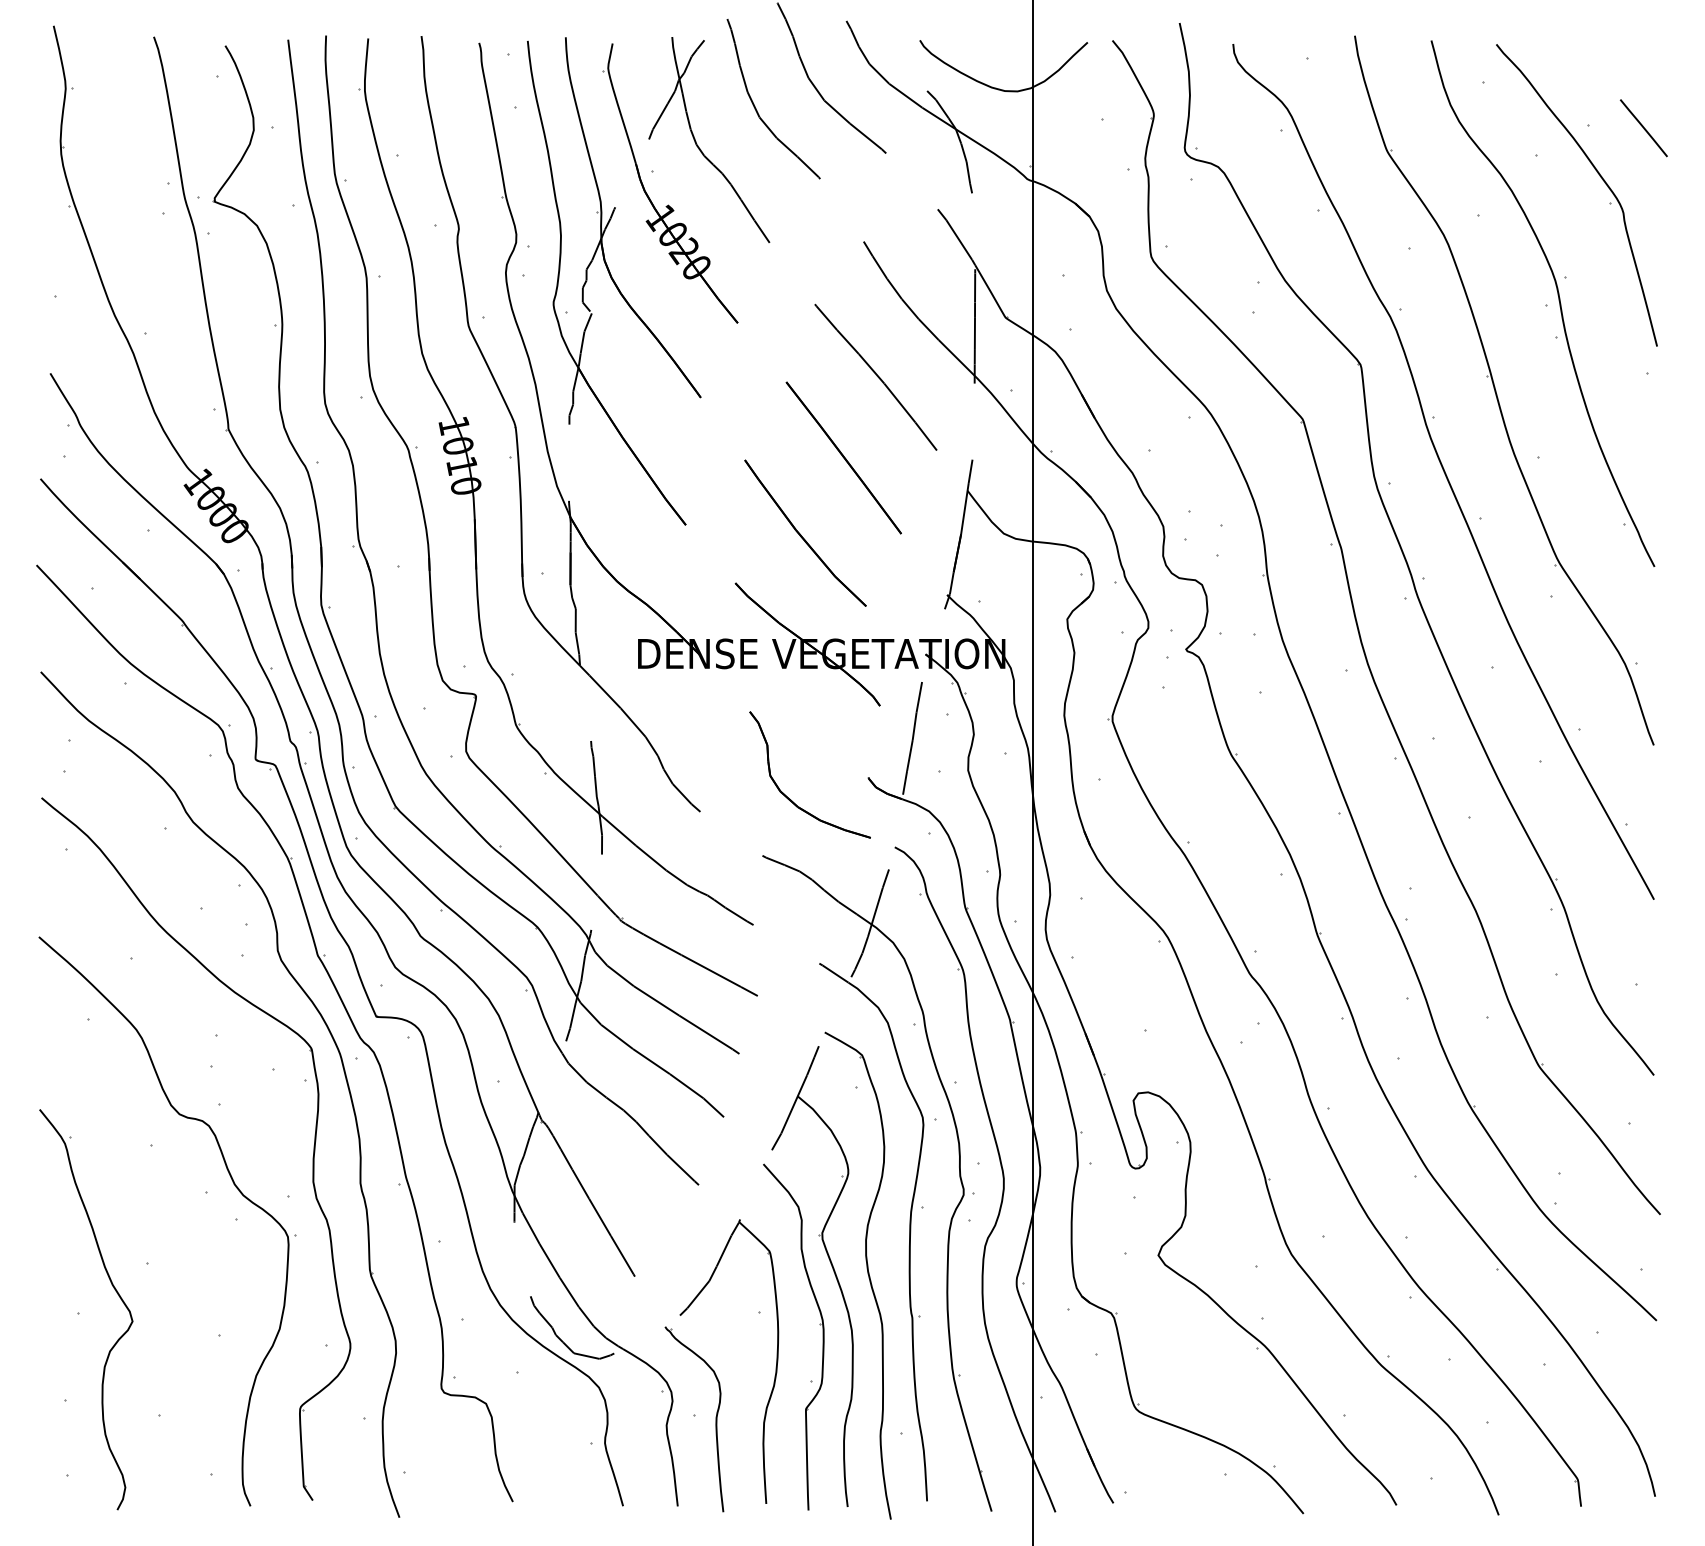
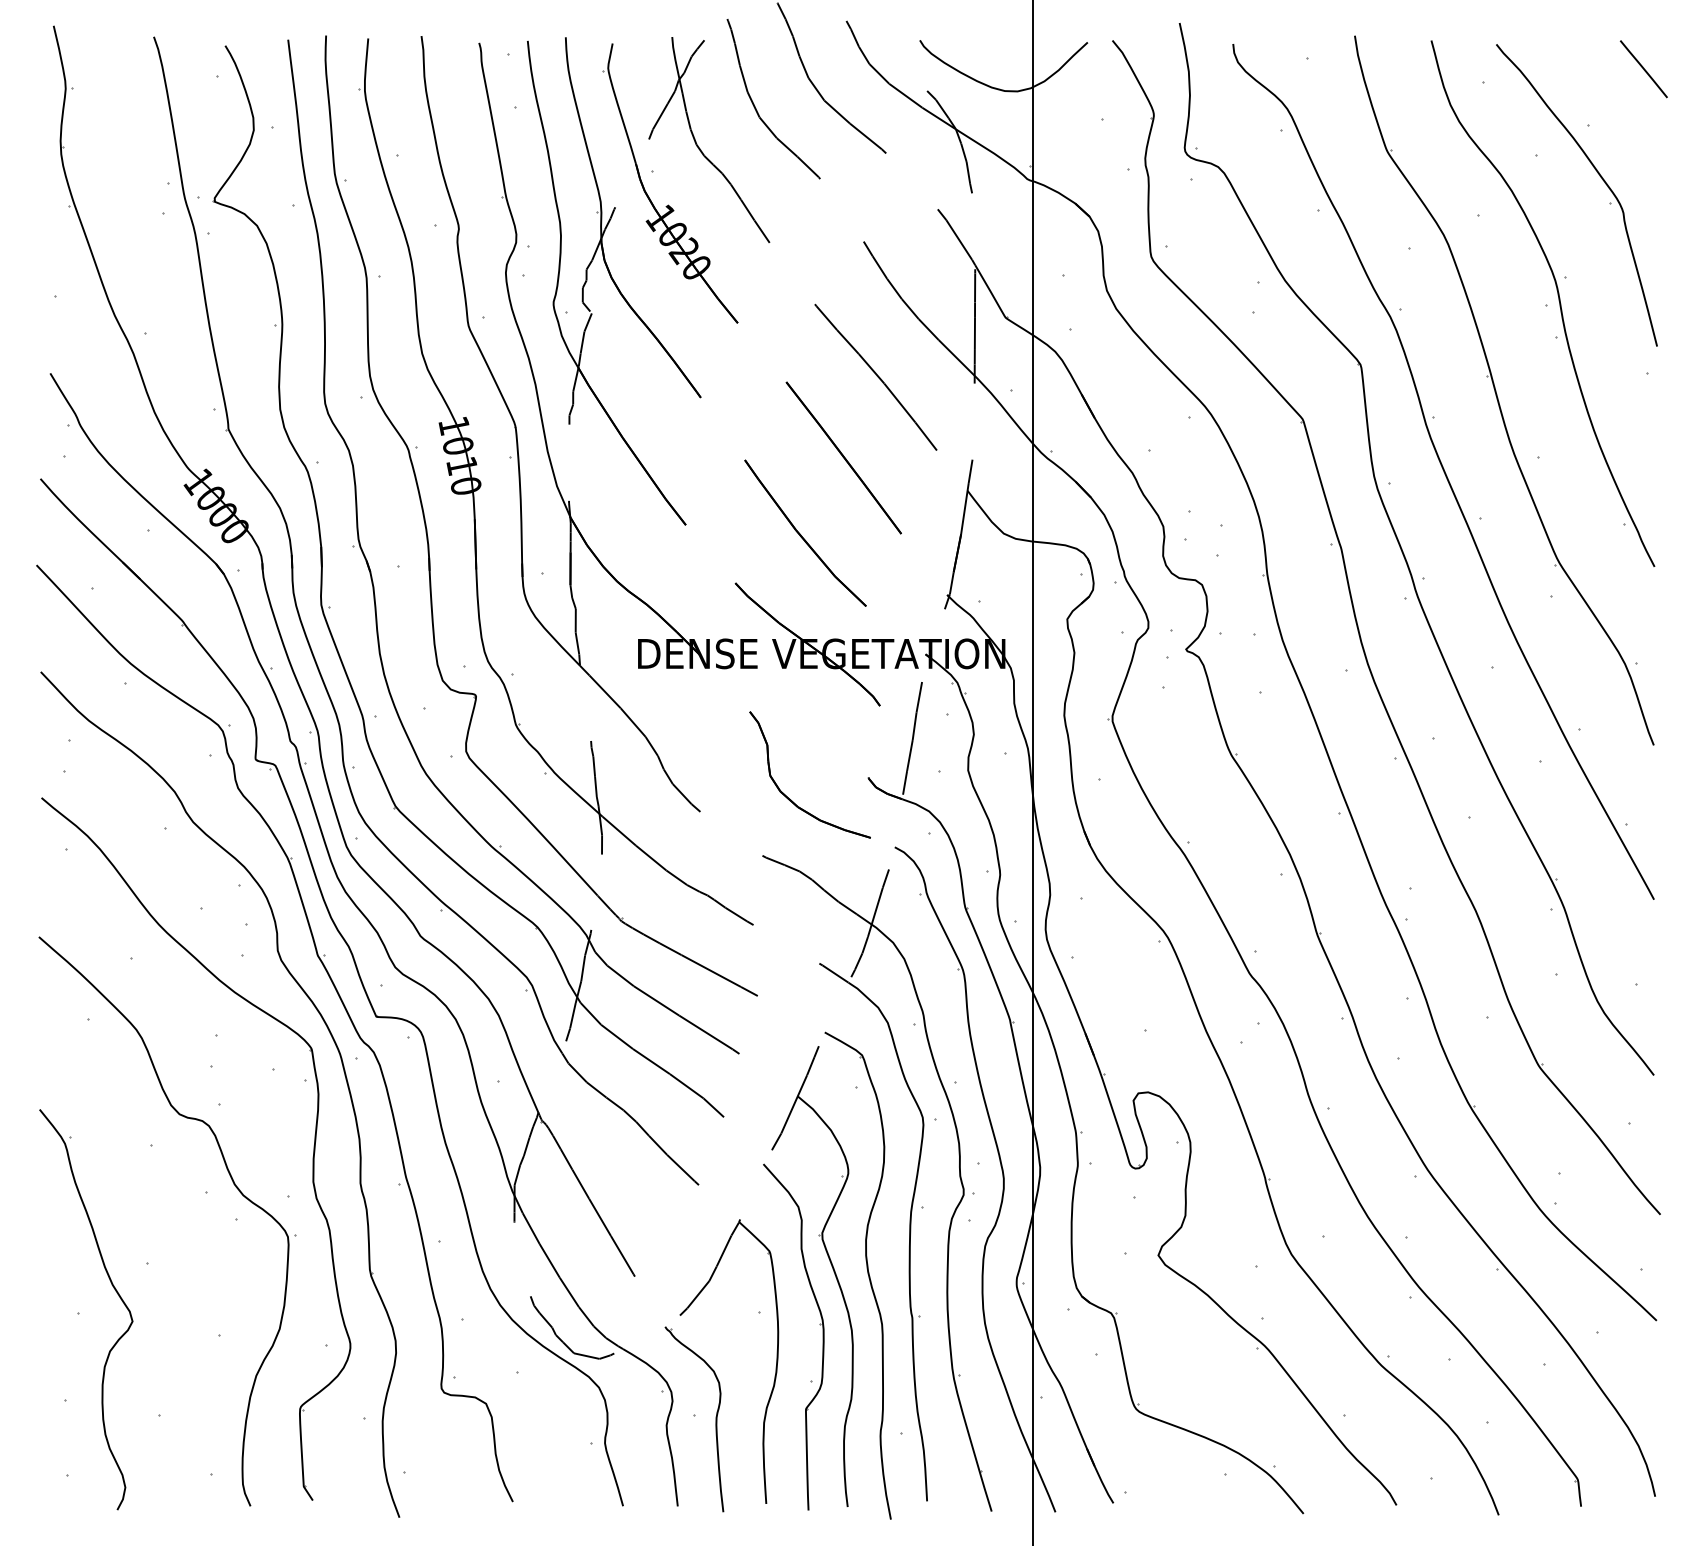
line at (1643, 128) position: (1643, 128) -> (1643, 69)
